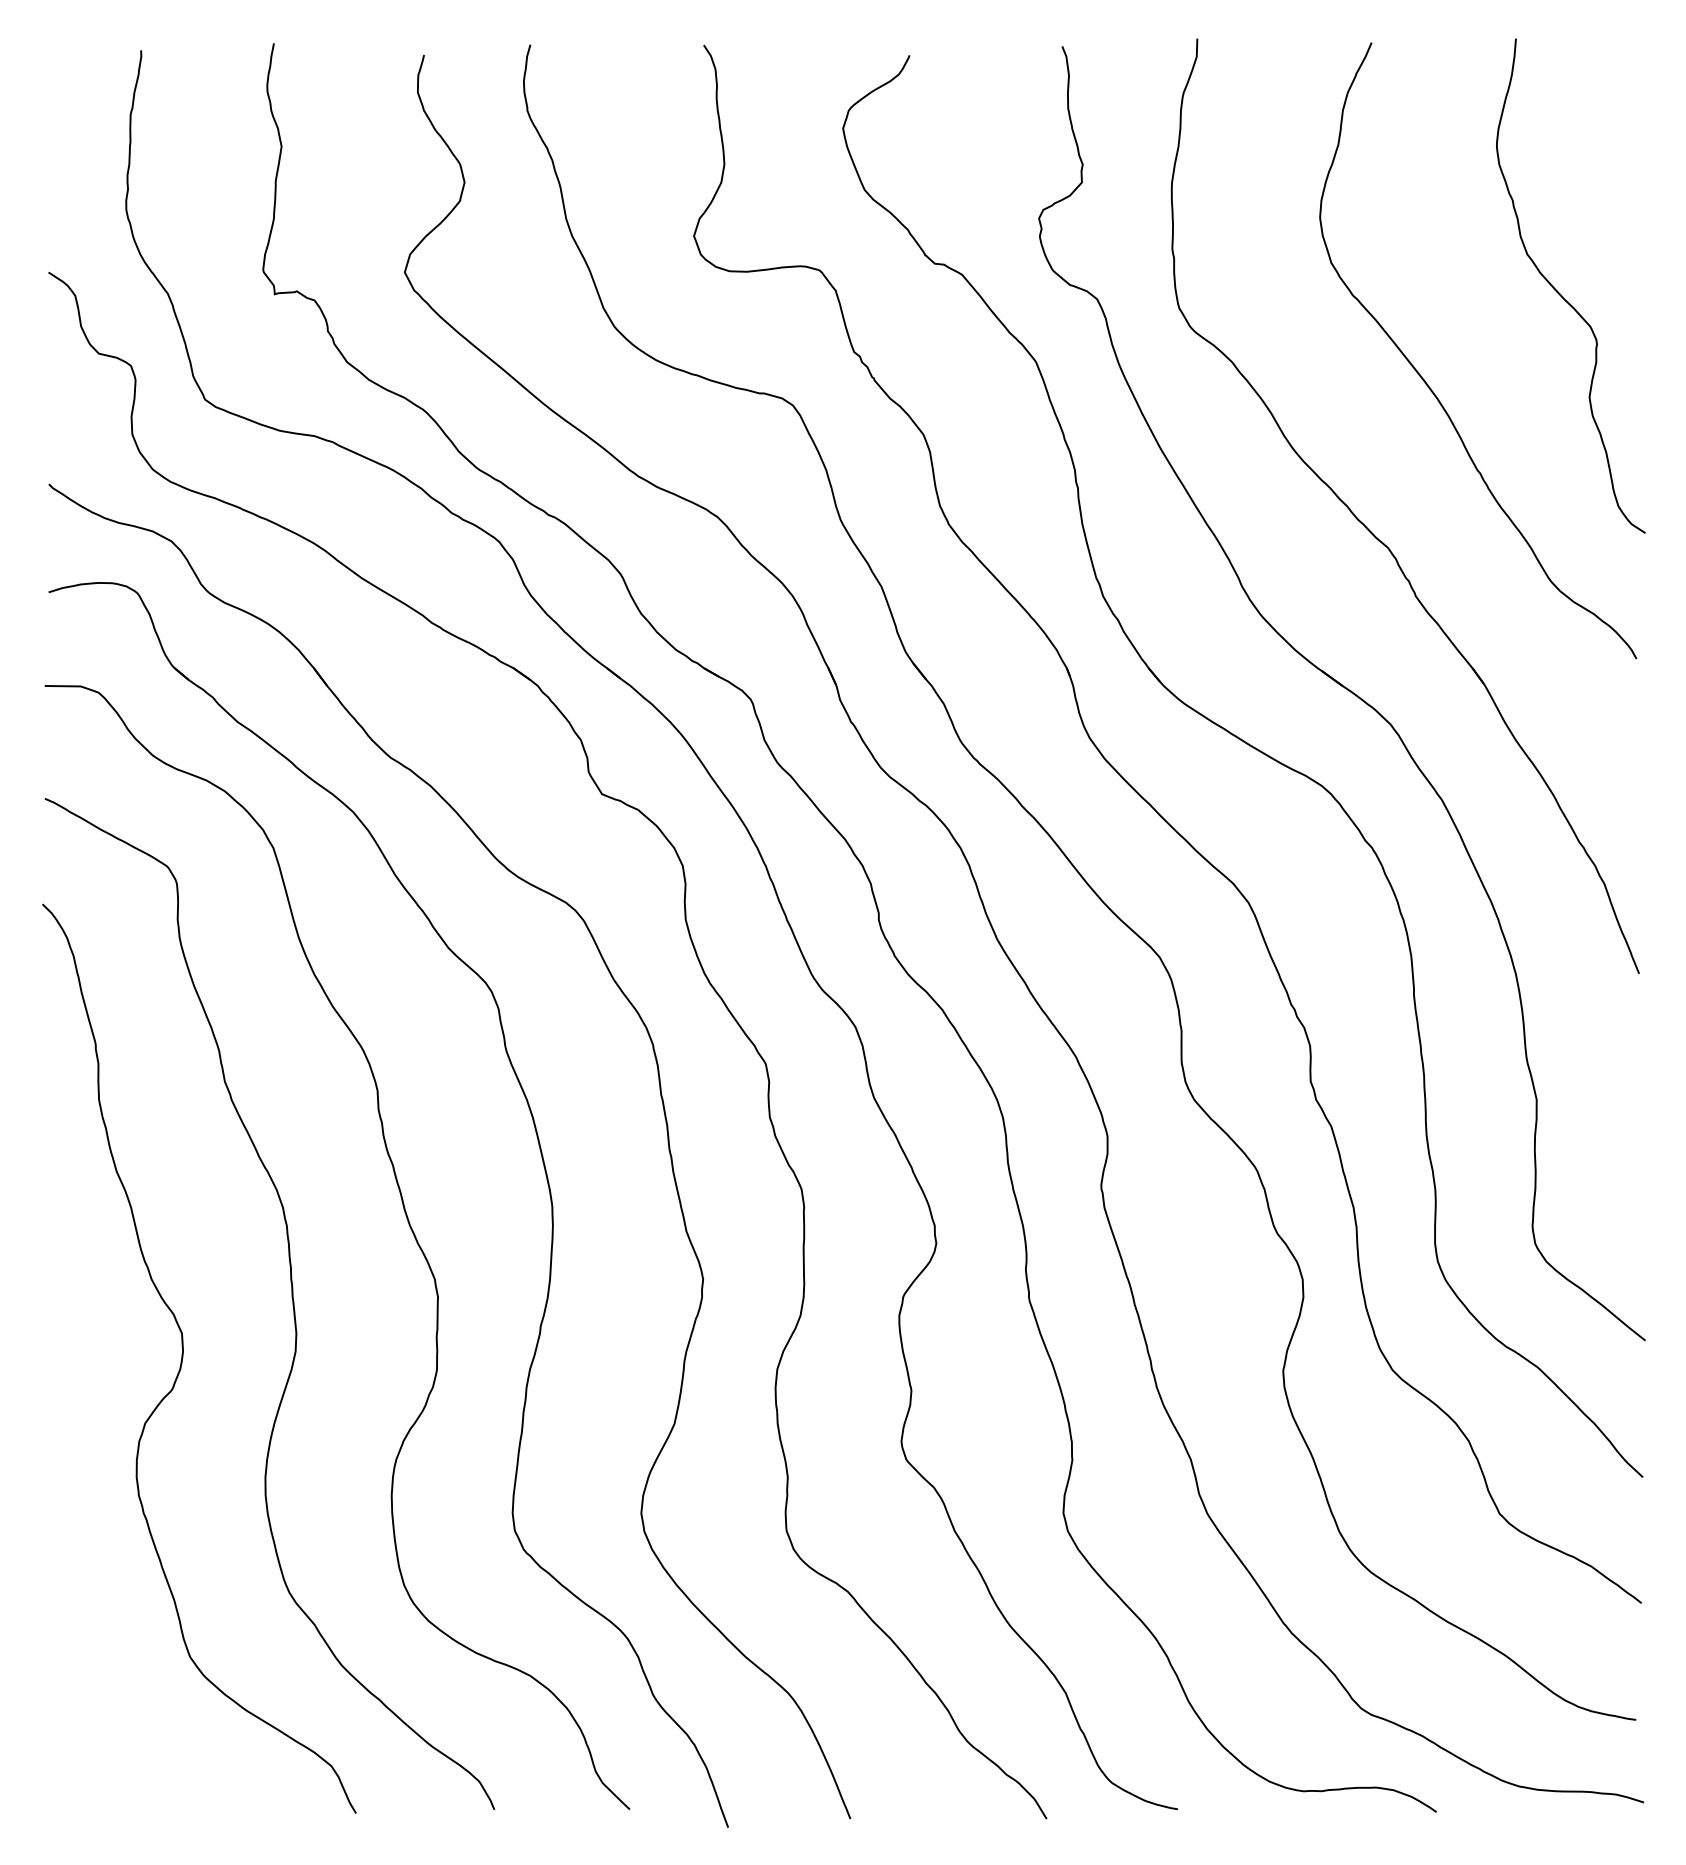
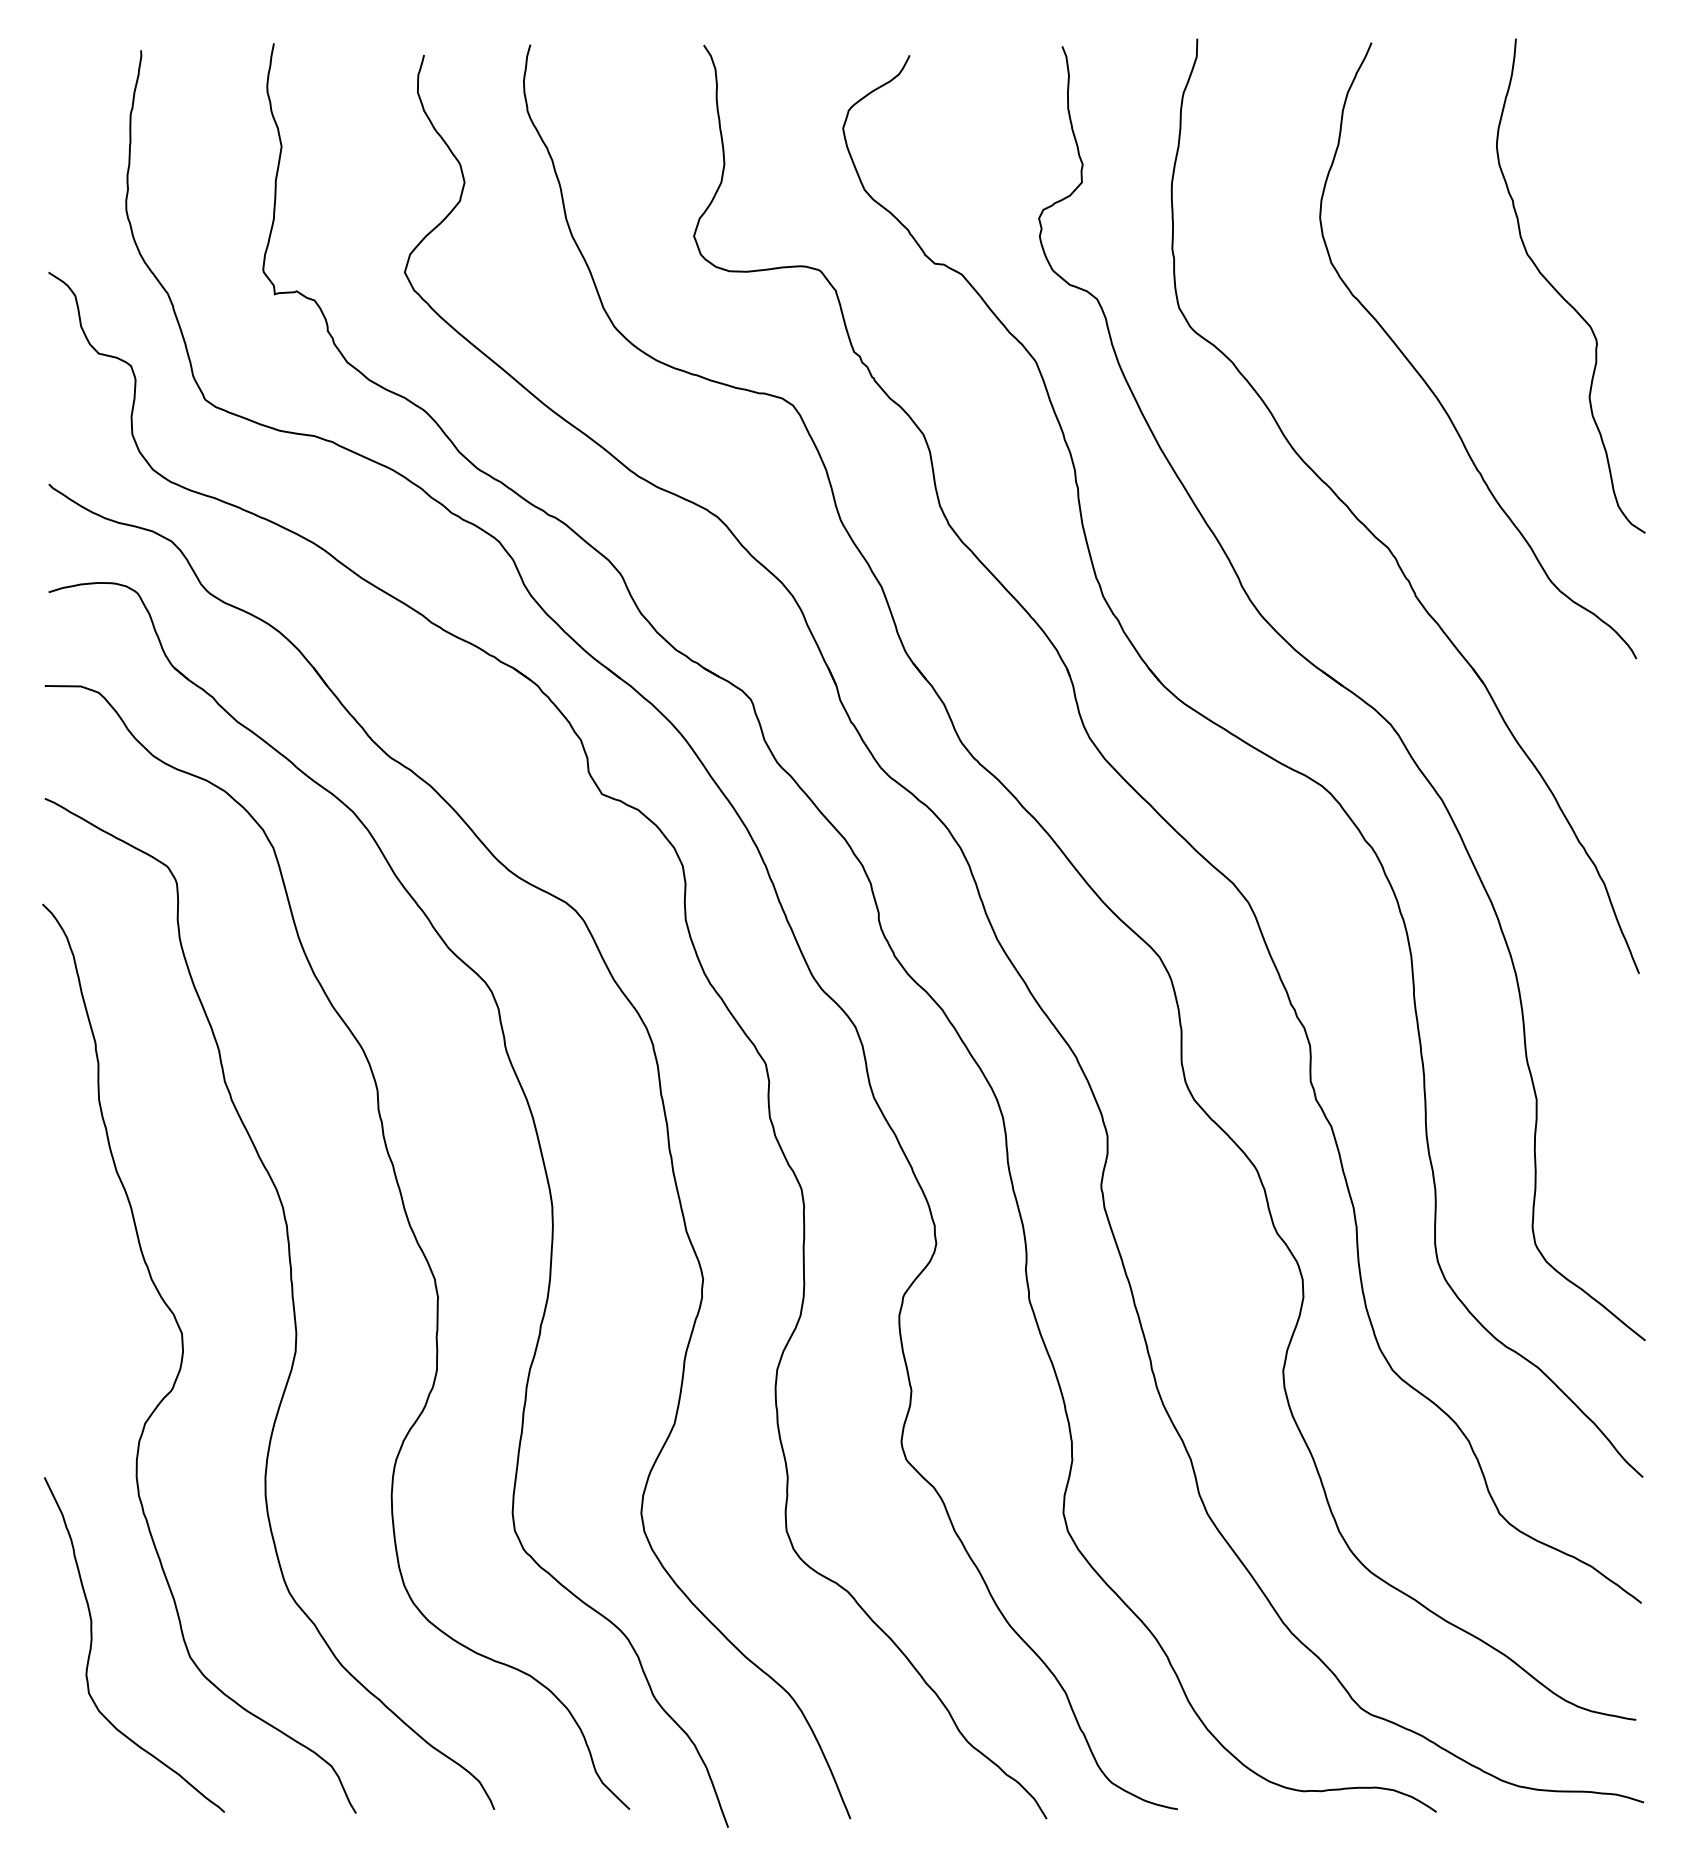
curve at (92, 1643): none -> present
